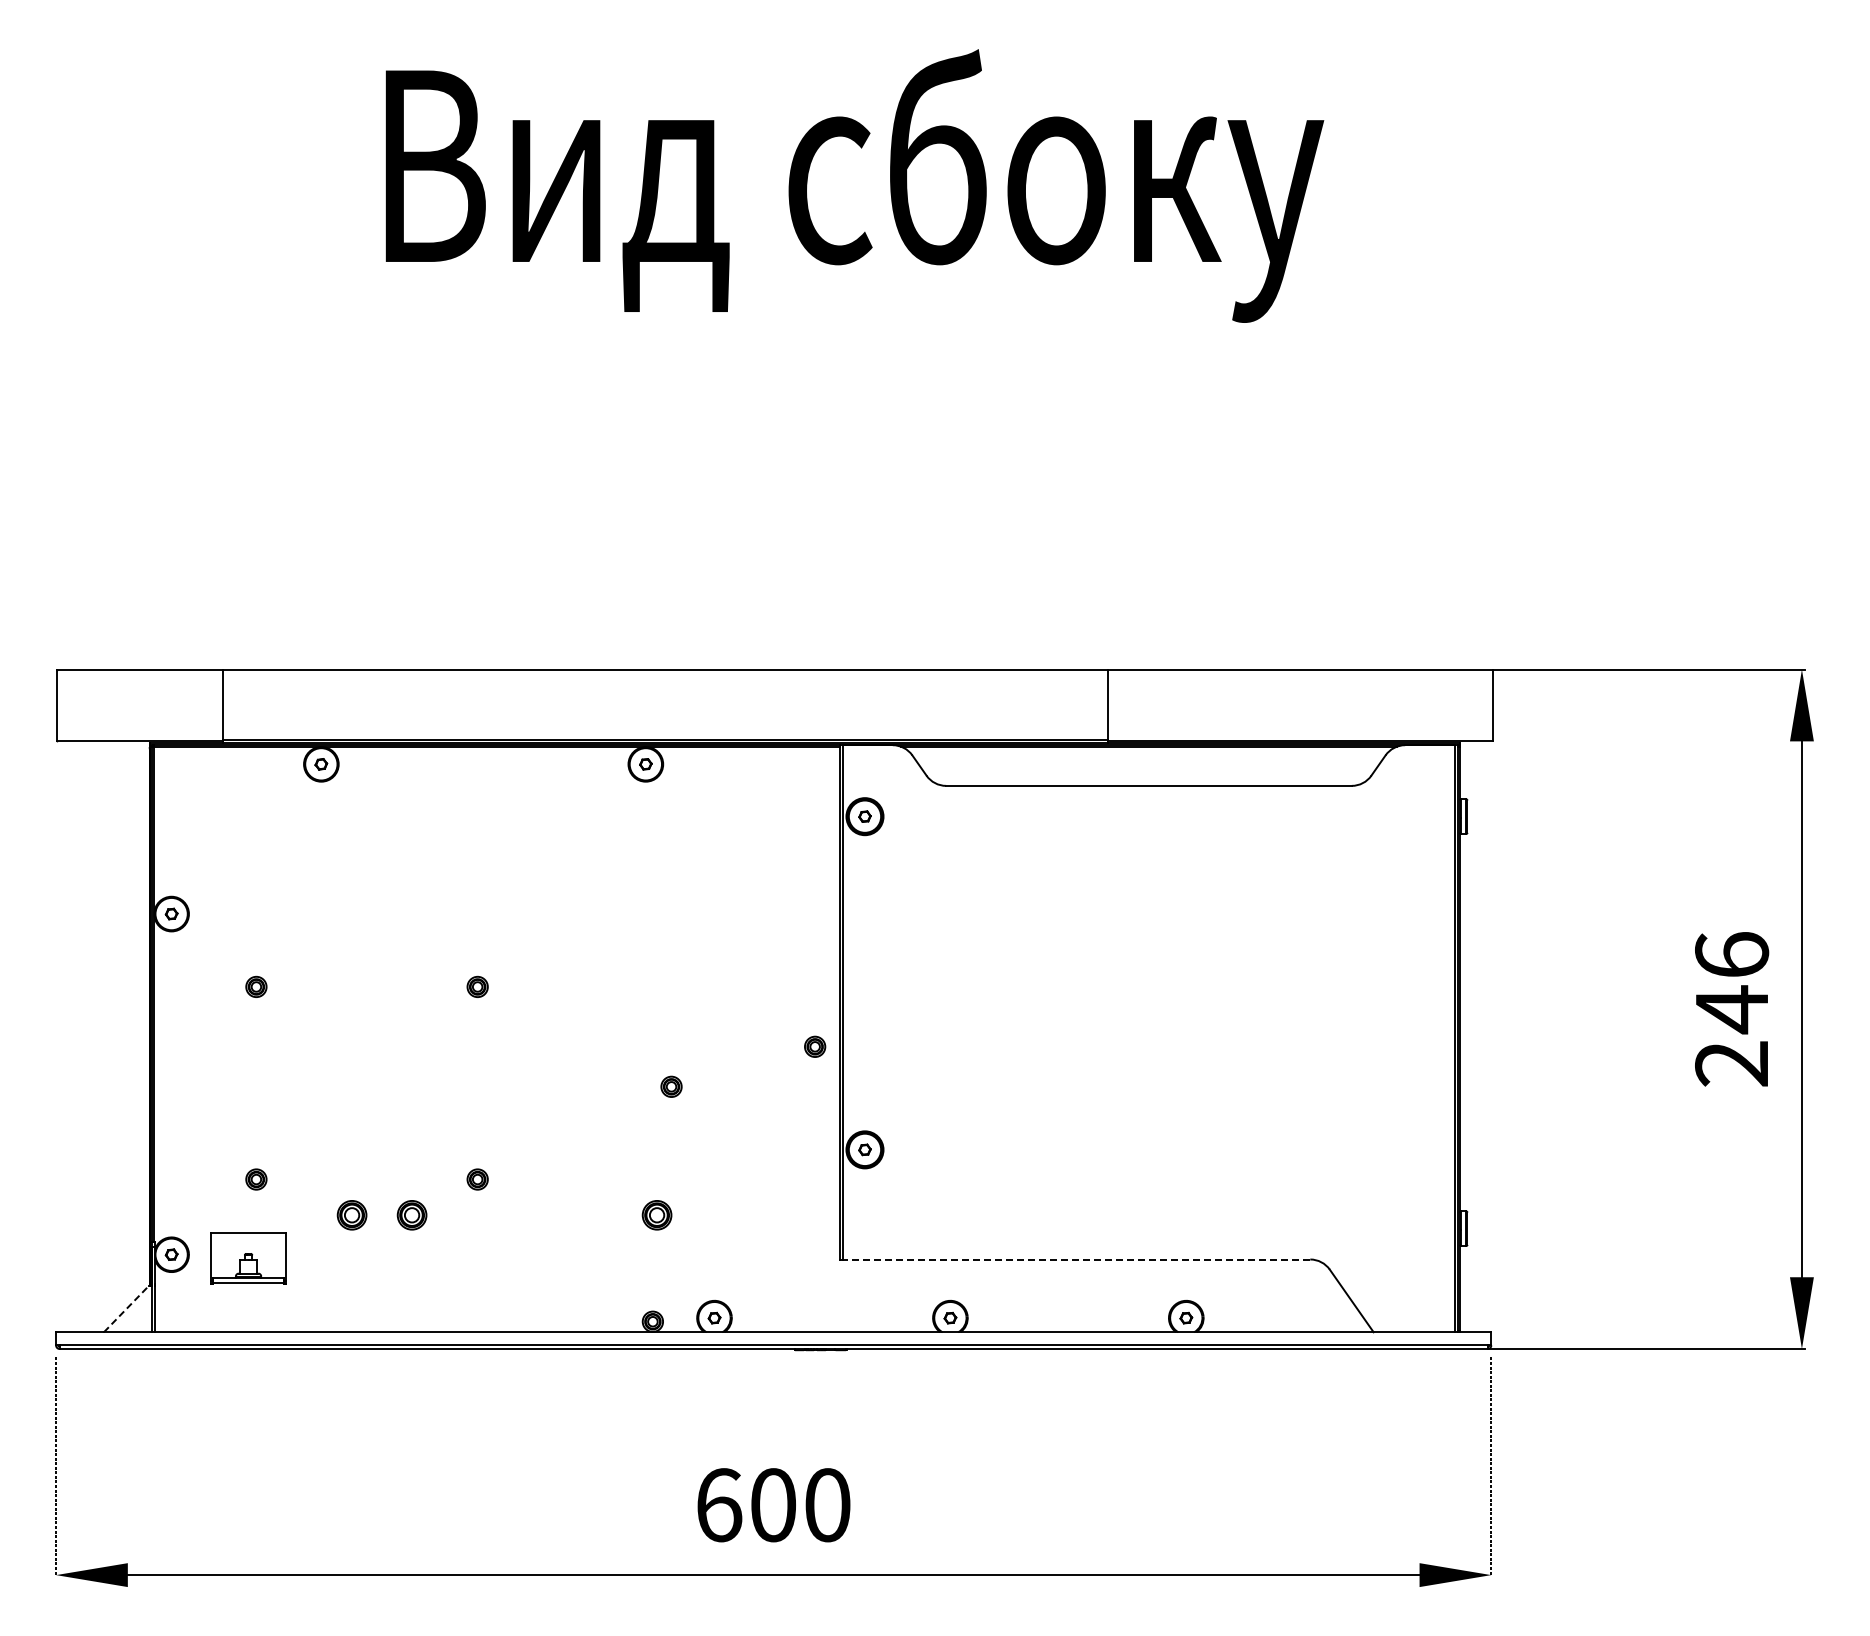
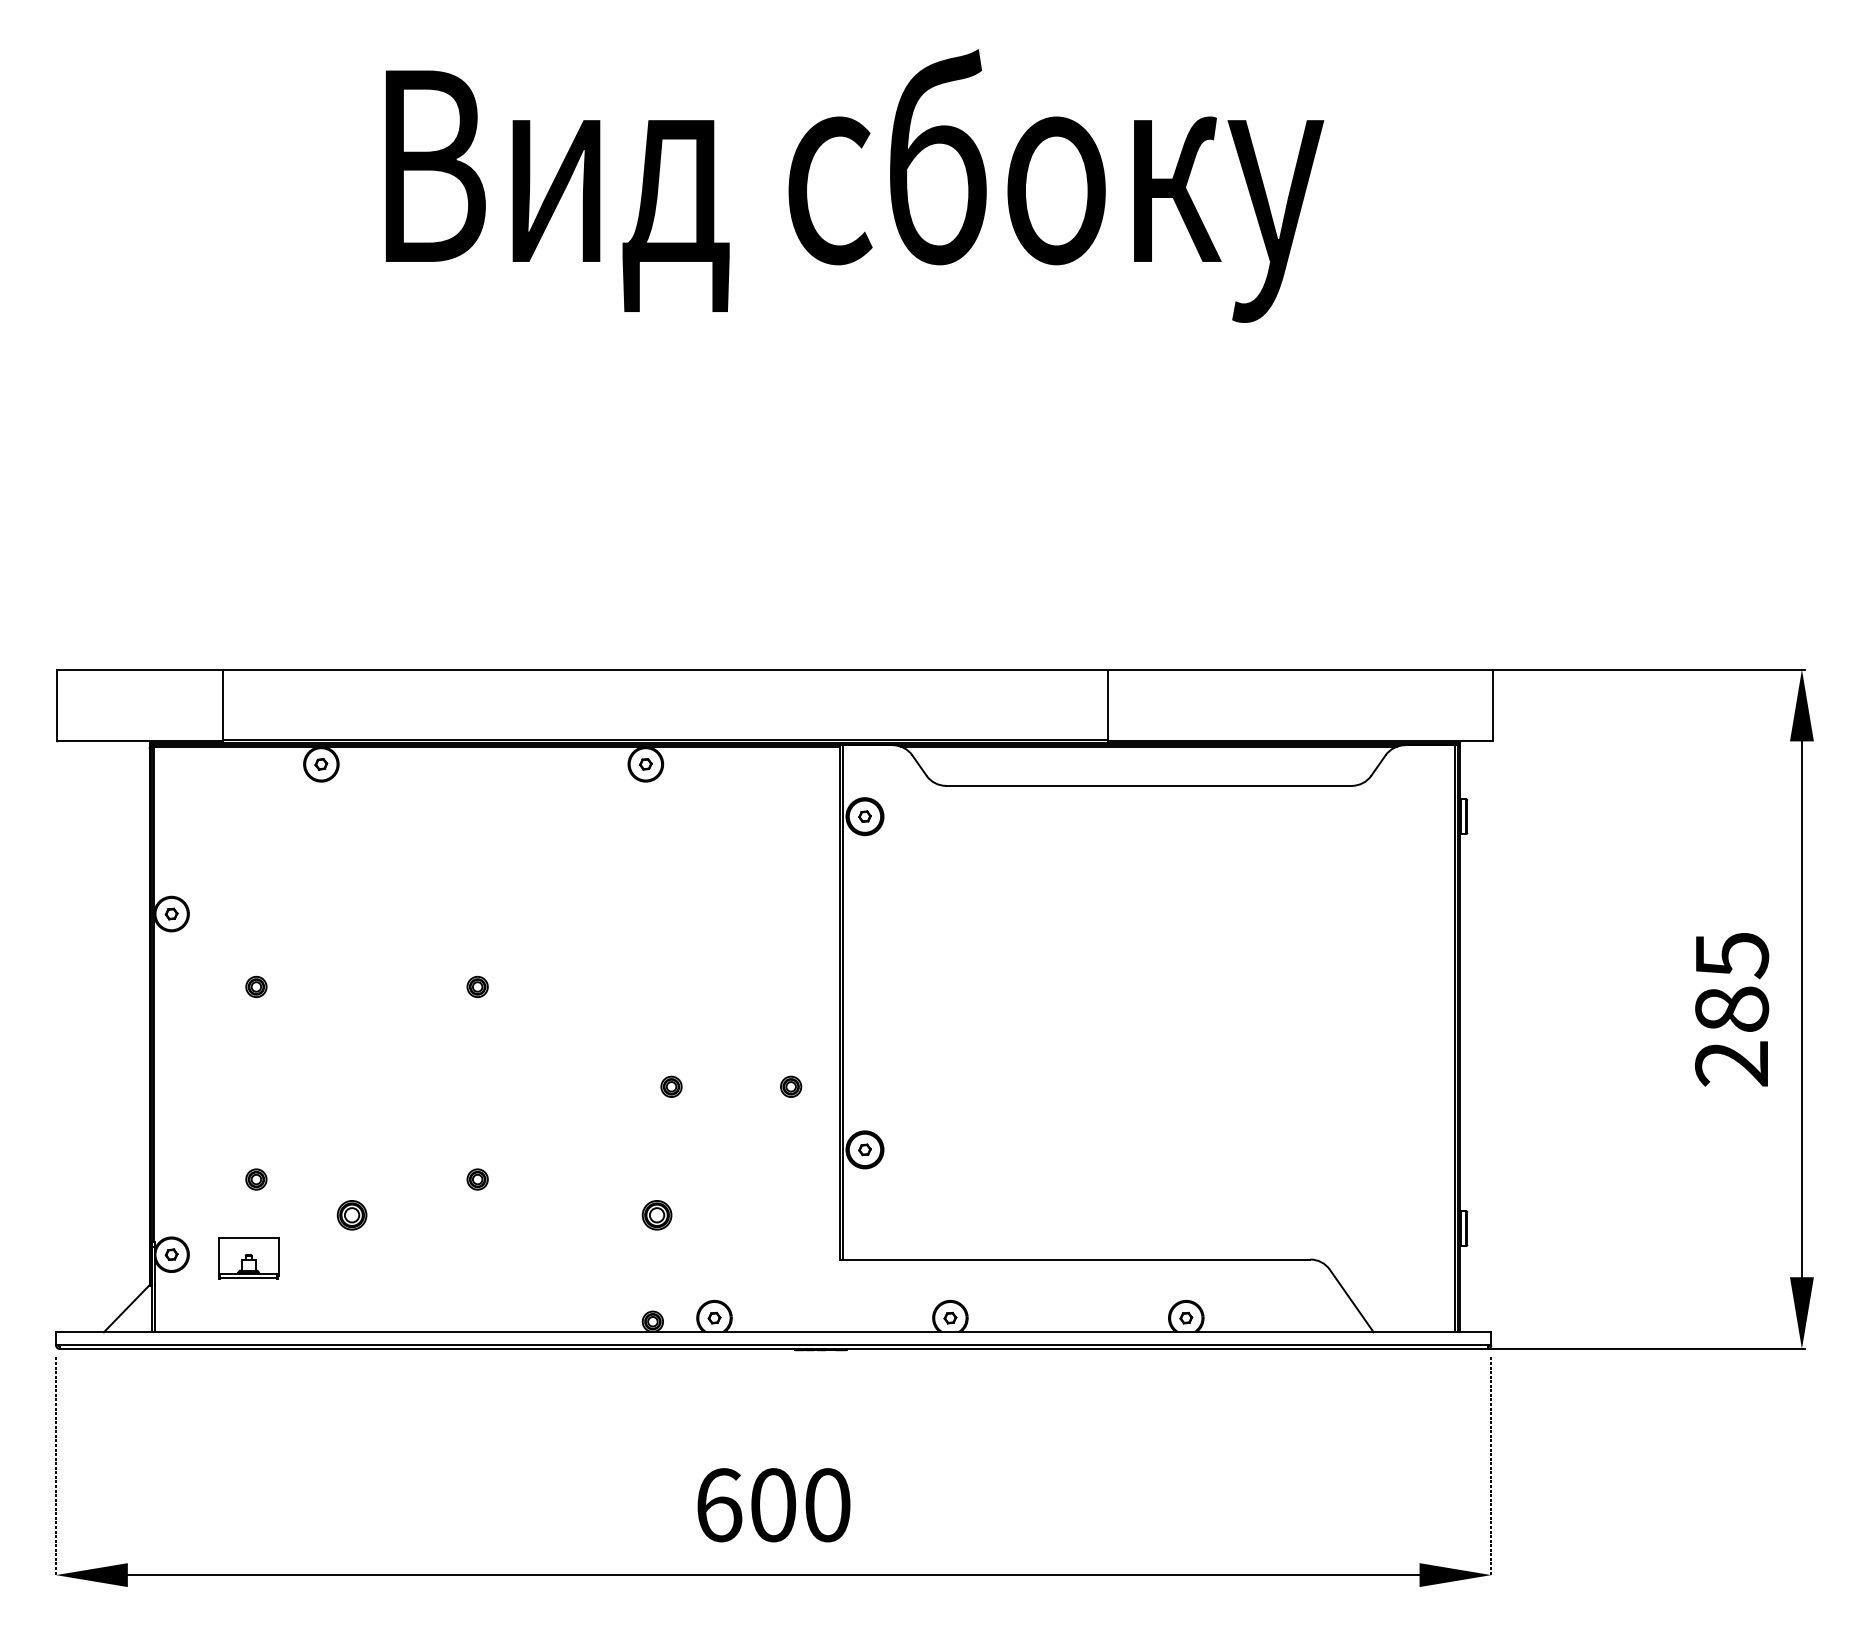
text at (1732, 983): 246 -> 285
part at (815, 1046) position: (815, 1046) -> (791, 1086)
part at (411, 1215): present -> none
part at (248, 1258) size: 77x53 px -> 62x43 px
line at (1076, 1259): dashed -> solid
line at (126, 1308): dashed -> solid
